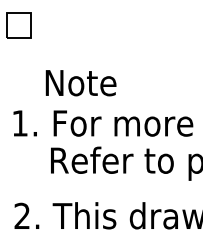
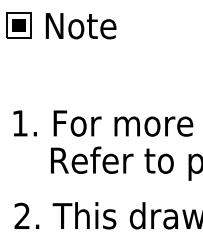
fill at (18, 25): none -> present
text at (80, 83) position: (80, 83) -> (80, 26)
